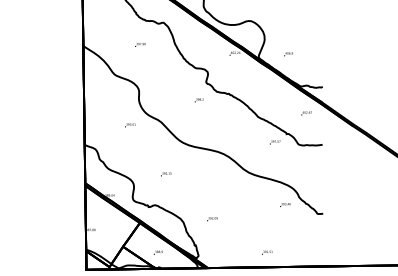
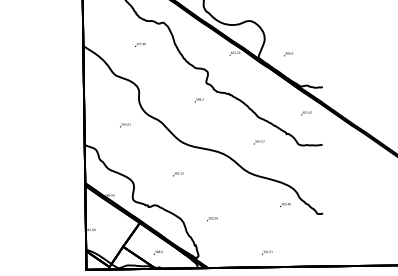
text at (130, 125) position: (130, 125) -> (125, 125)
text at (275, 142) position: (275, 142) -> (259, 142)
text at (166, 174) position: (166, 174) -> (178, 174)
